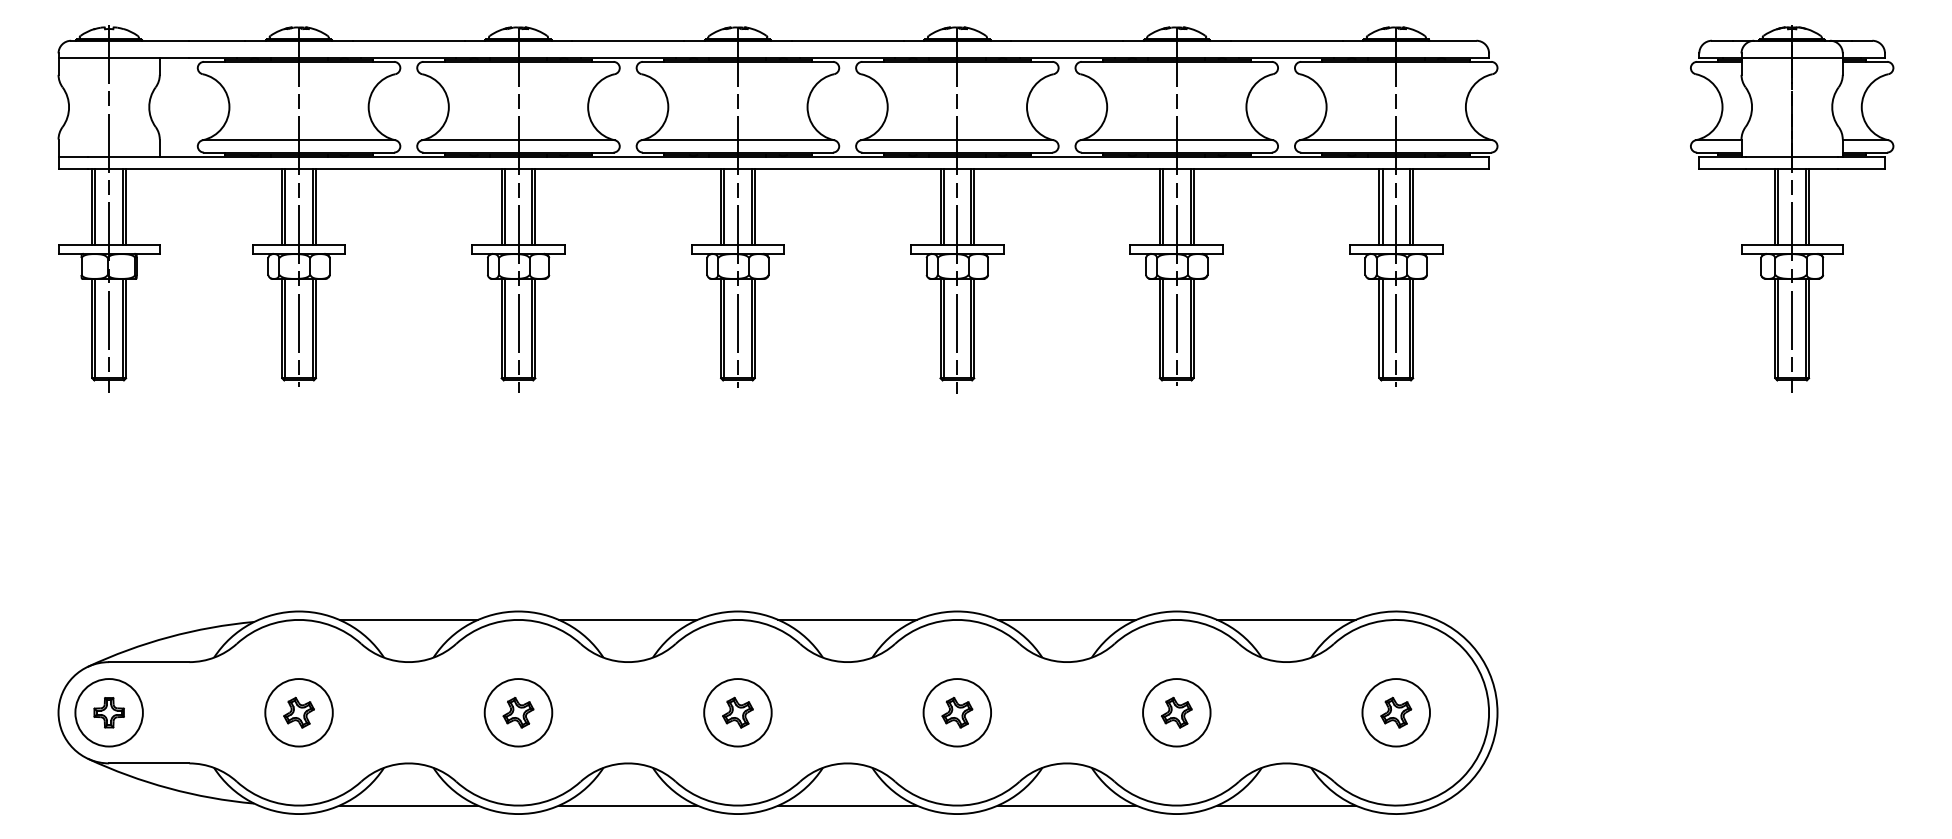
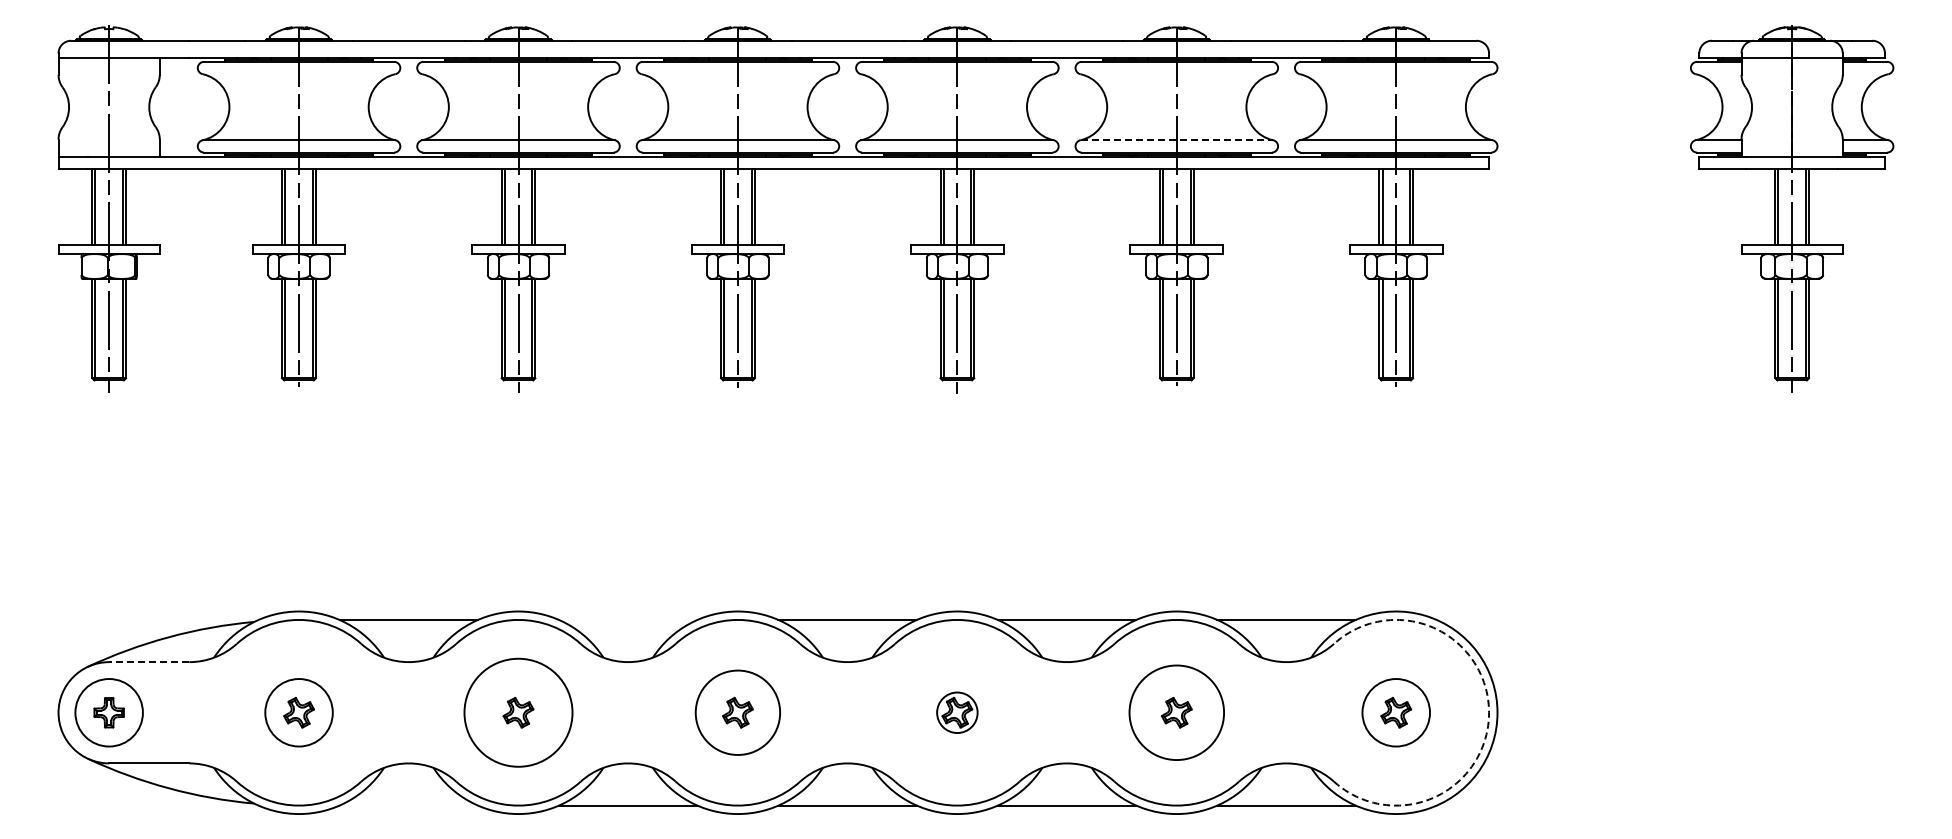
line at (1177, 140): solid -> dashed
line at (628, 619): present -> none
line at (148, 662): solid -> dashed
circle at (518, 712) diameter: 68 px -> 108 px
circle at (737, 712) diameter: 68 px -> 84 px
circle at (957, 712) diameter: 68 px -> 41 px
circle at (1176, 712) diameter: 68 px -> 95 px
arc at (1489, 712): solid -> dashed
line at (408, 805): present -> none
